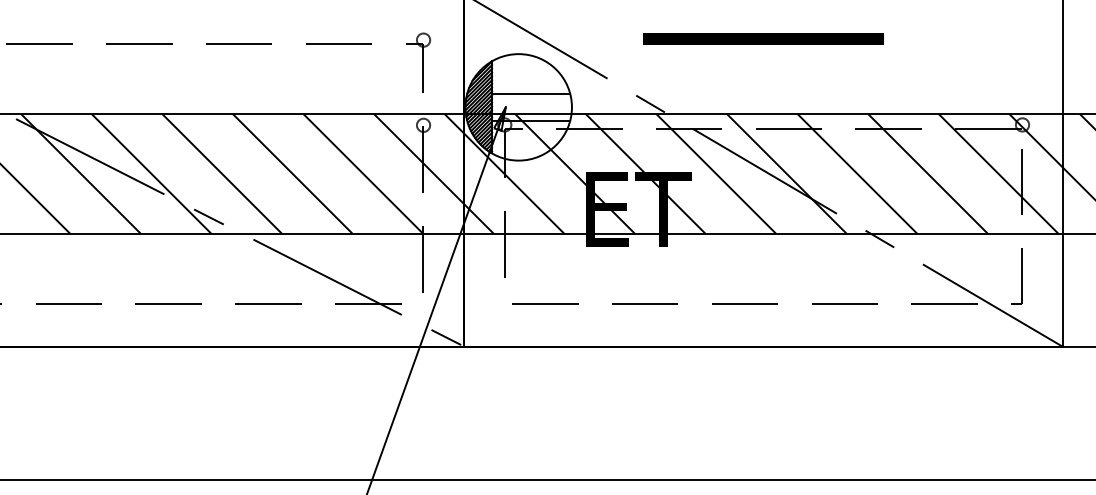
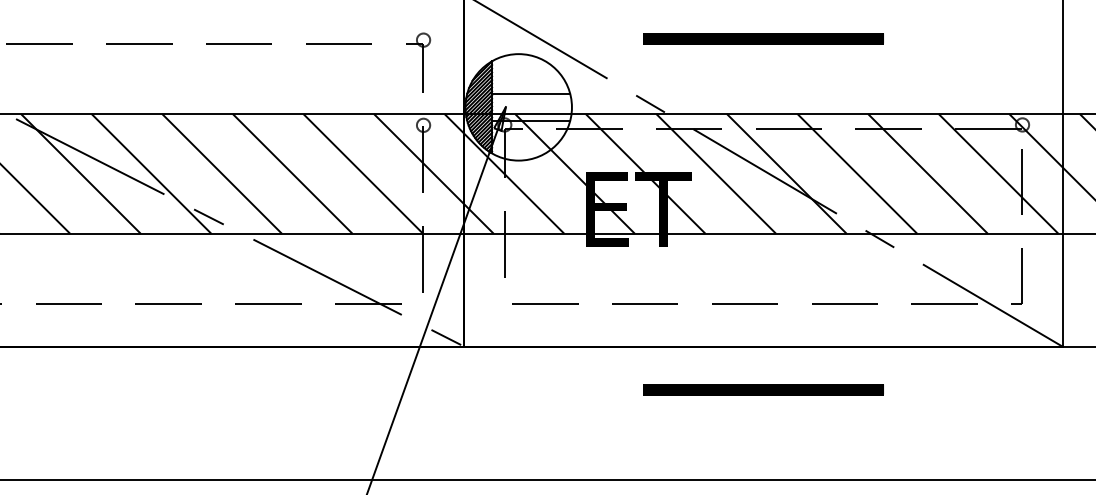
part at (763, 389): none -> present
